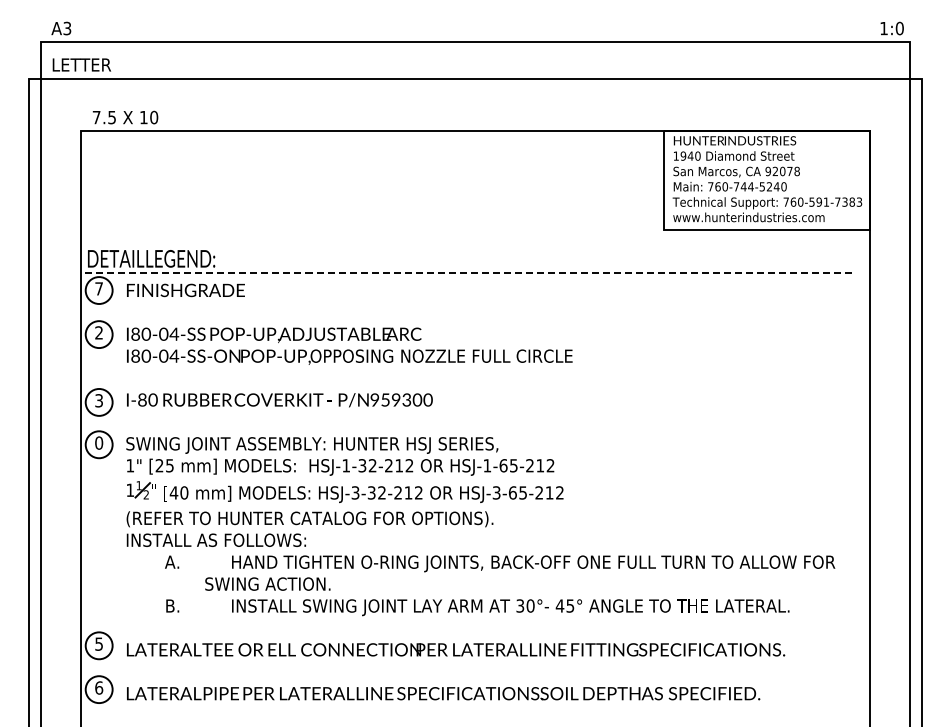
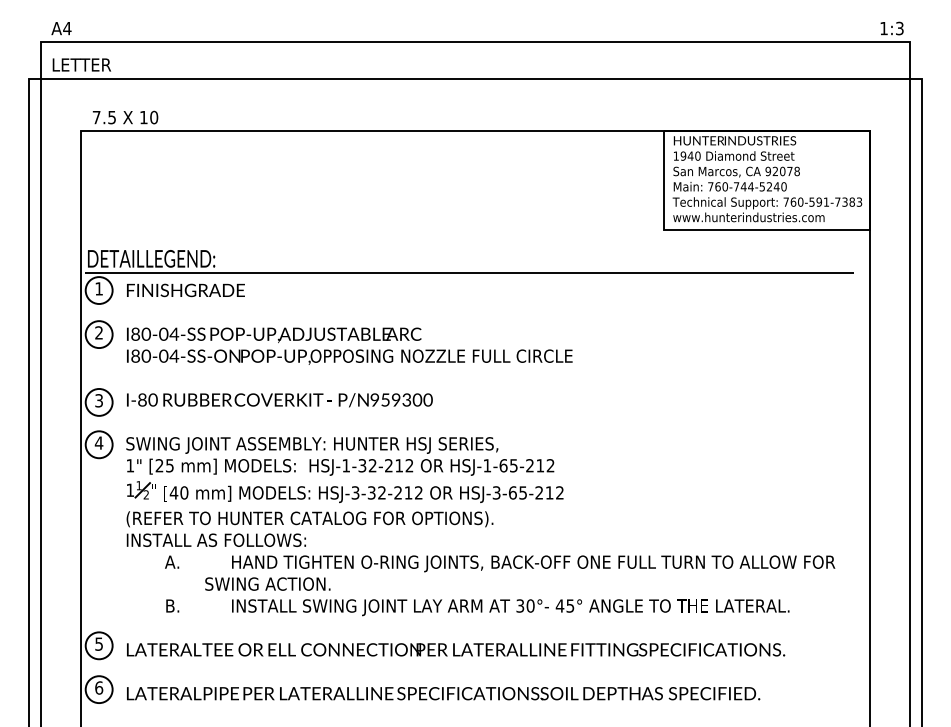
text at (67, 28): A3 -> A4
text at (899, 28): 1:0 -> 1:3
line at (470, 273): dashed -> solid
text at (98, 288): 7 -> 1
text at (98, 442): 0 -> 4
